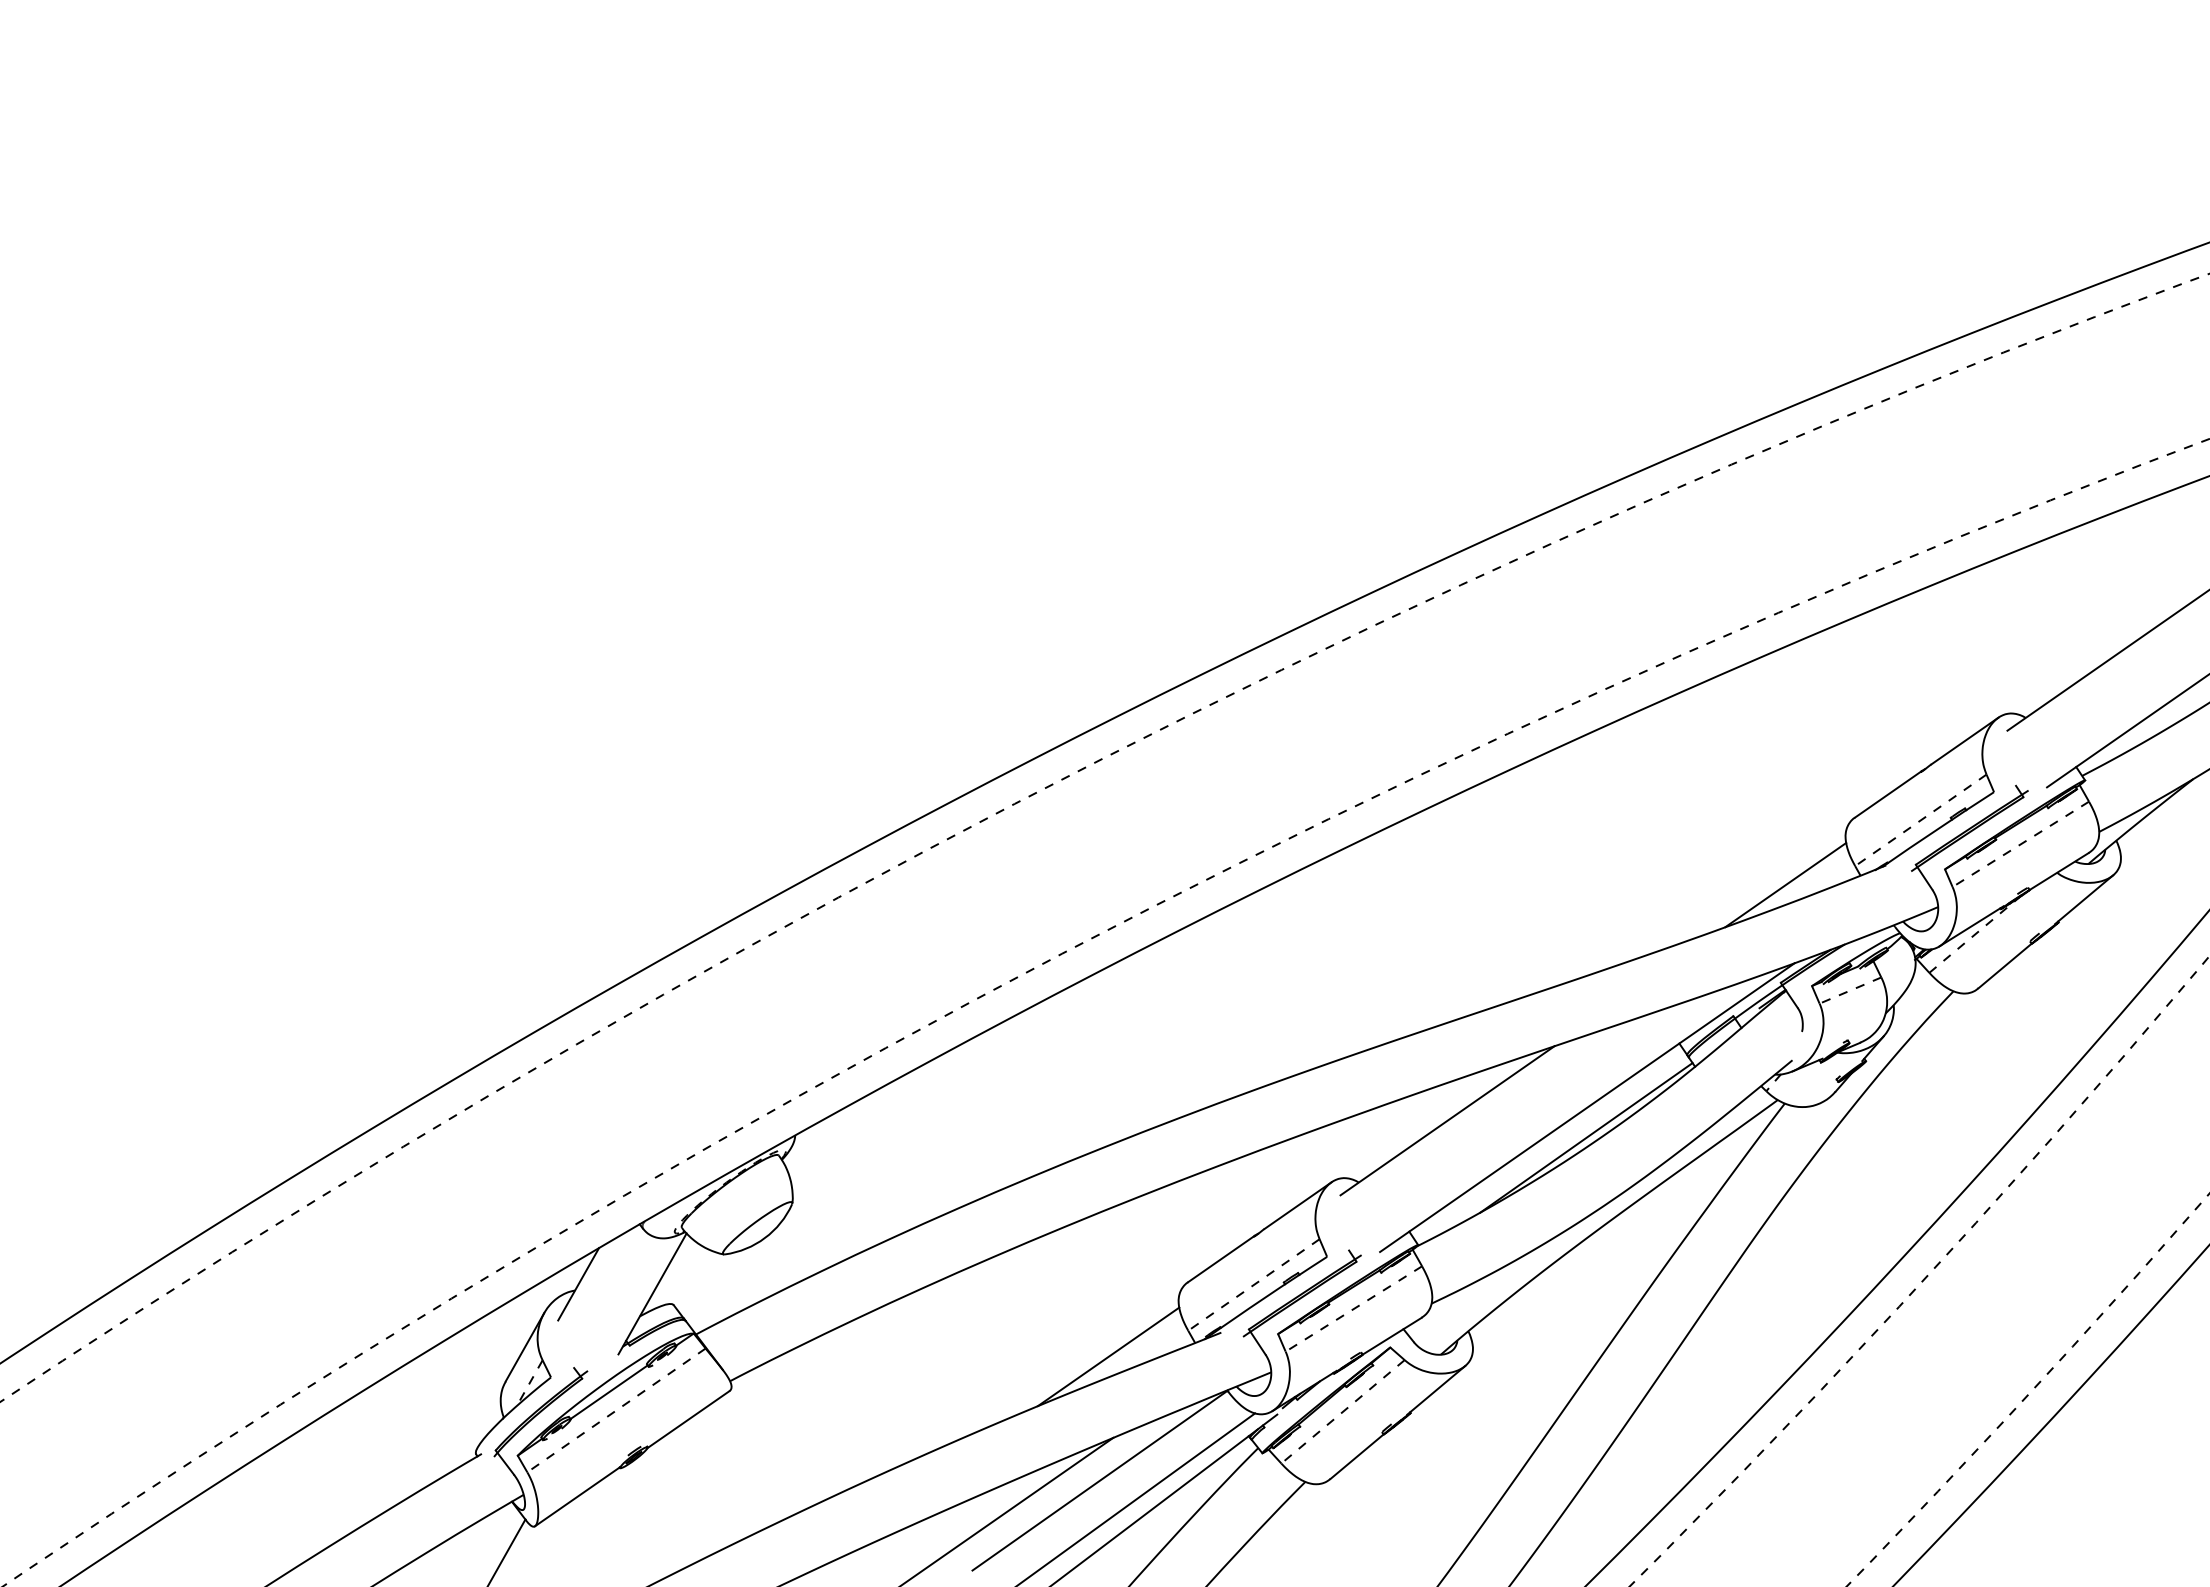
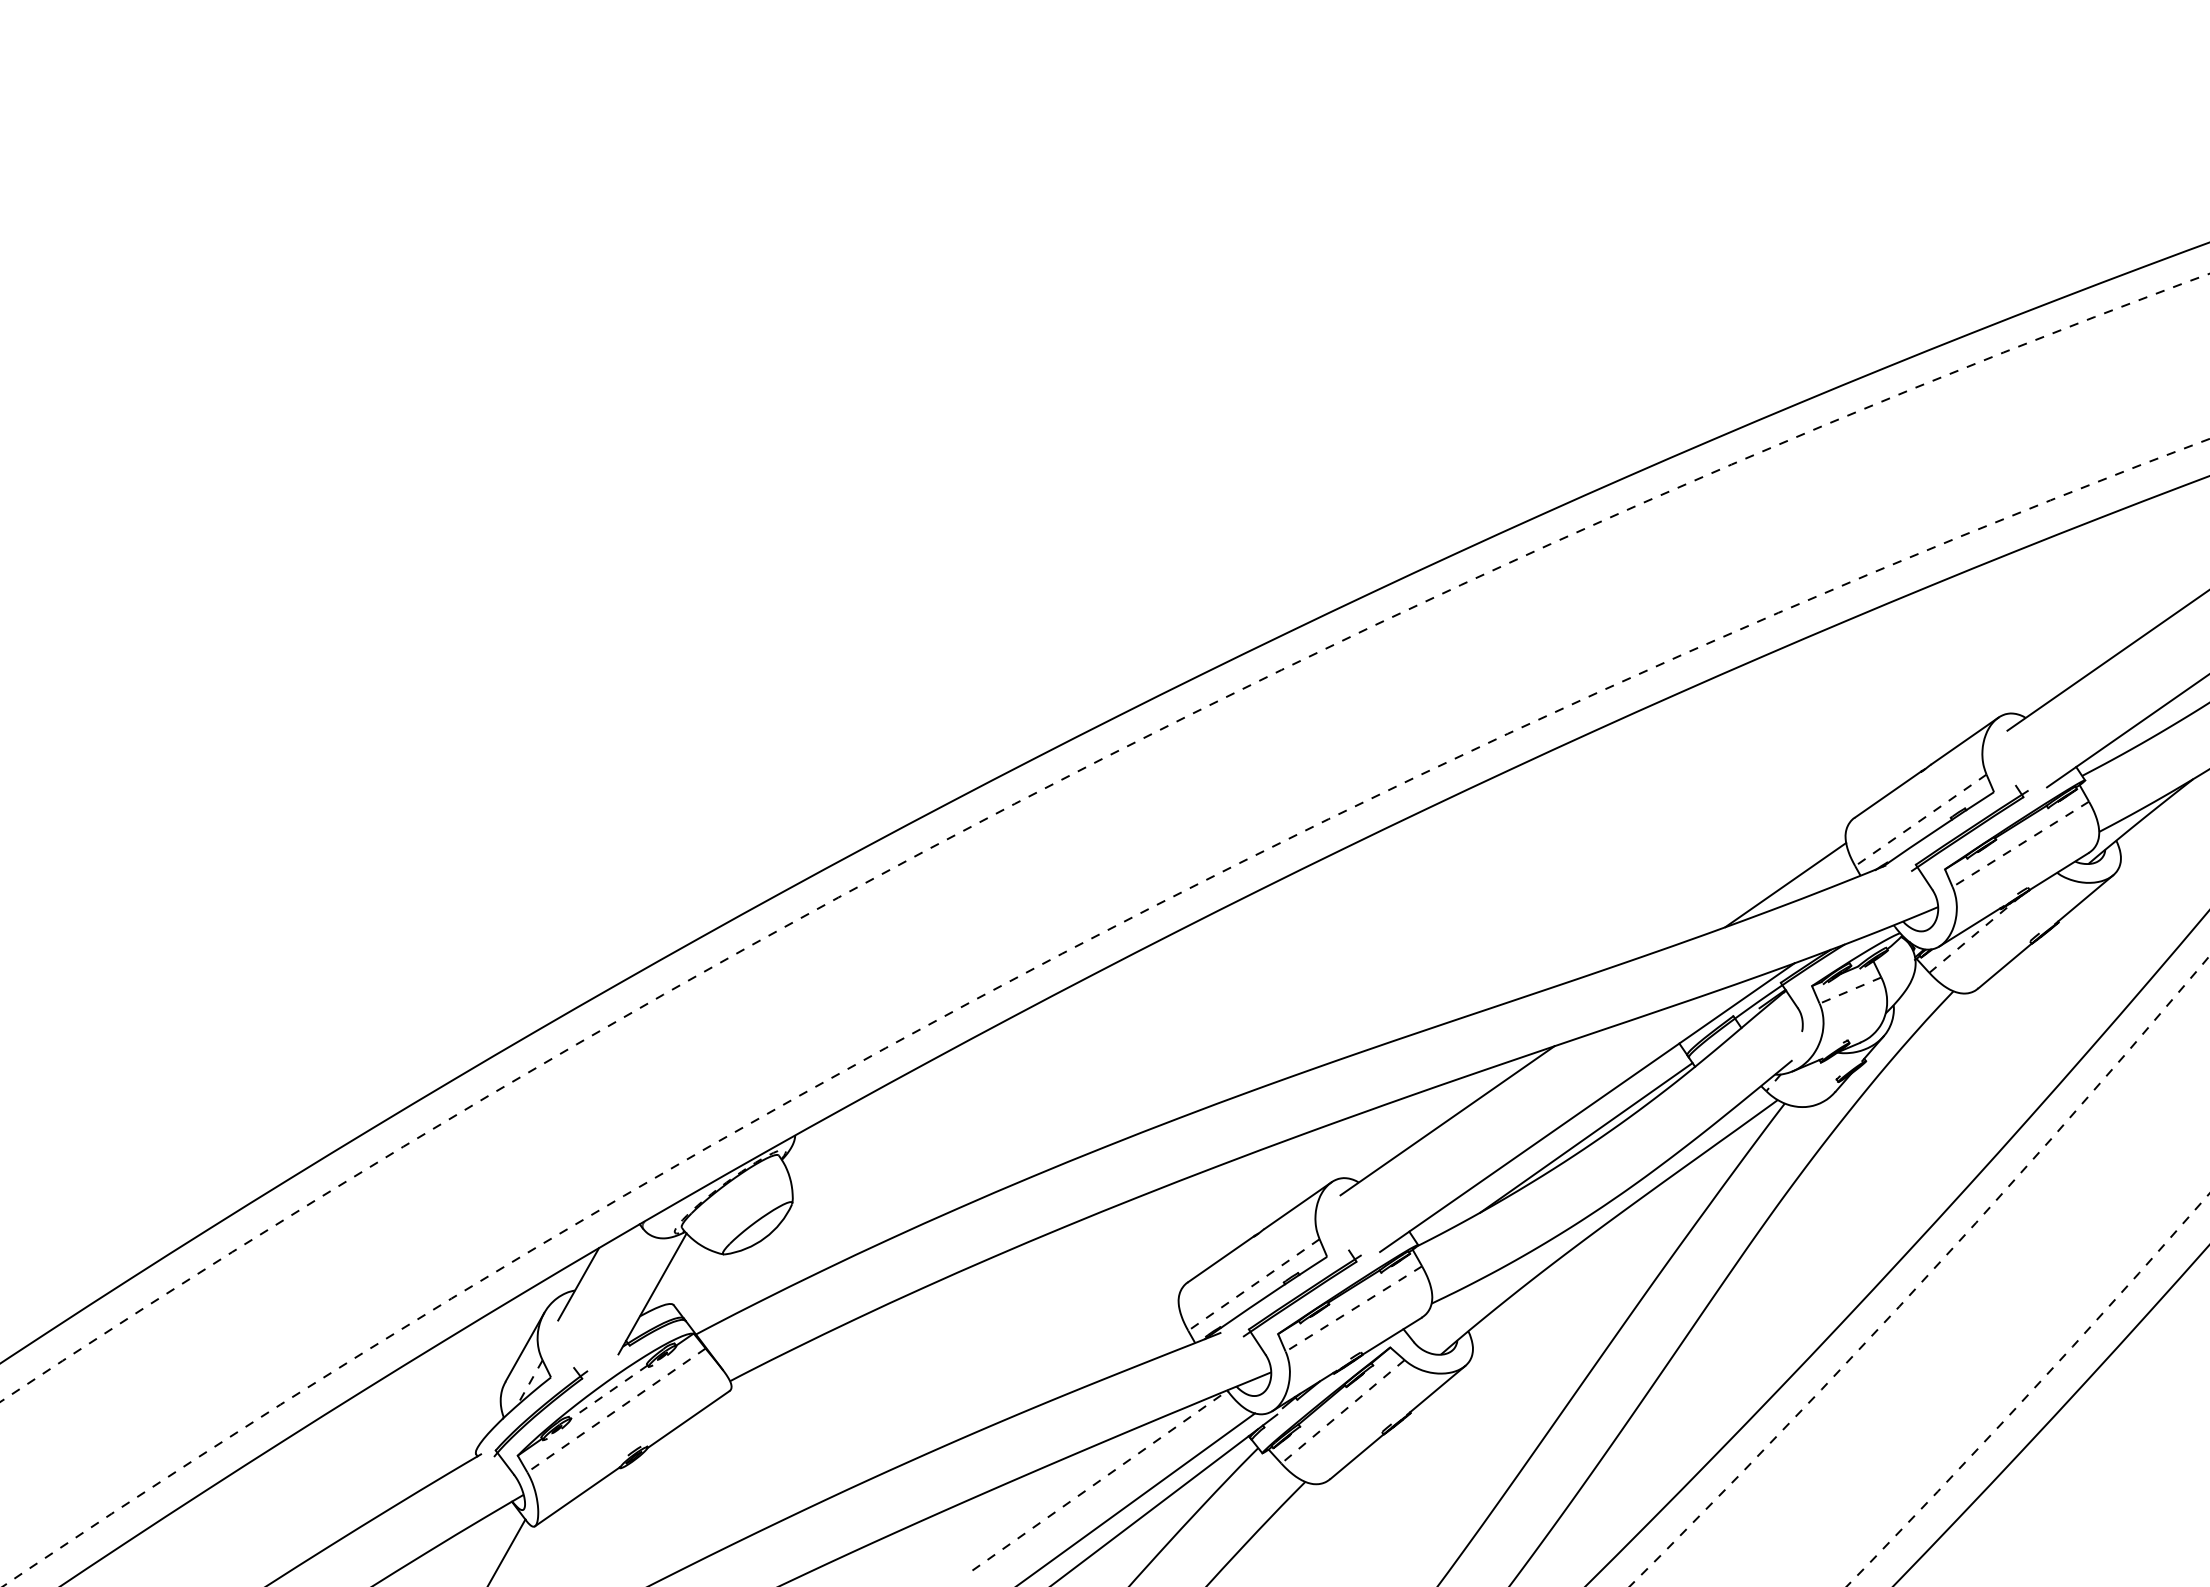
line at (1108, 1356): present -> none
line at (608, 1392): solid -> dashed
line at (1100, 1480): solid -> dashed
line at (1008, 1510): present -> none
